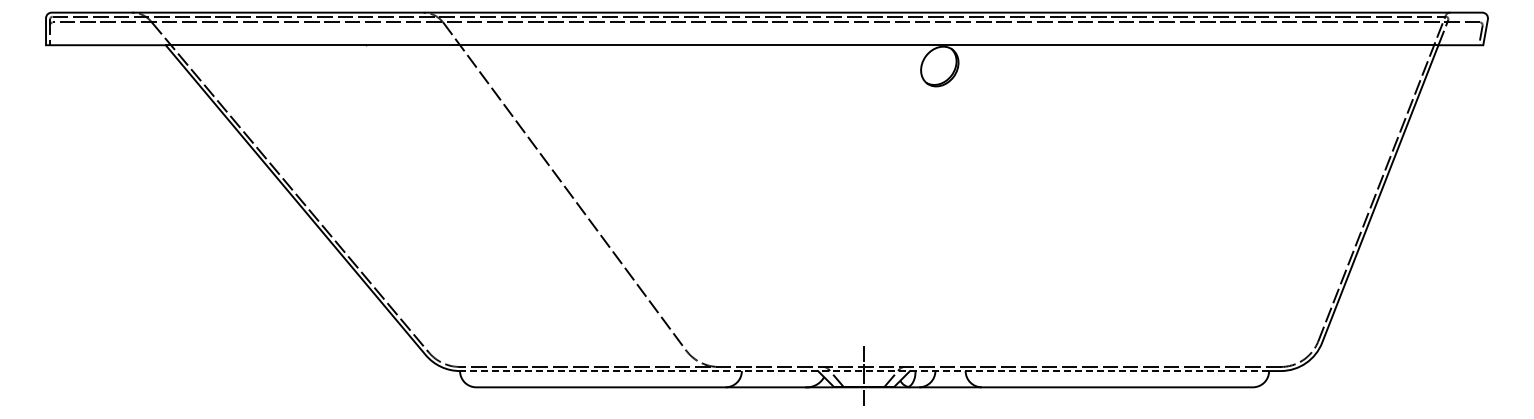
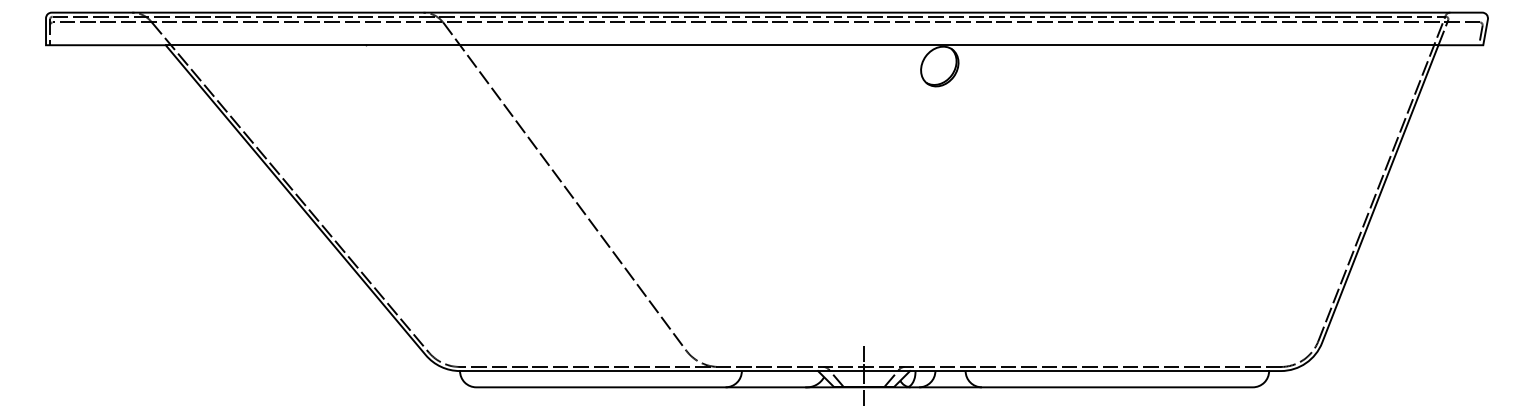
line at (864, 371): dashed -> solid
